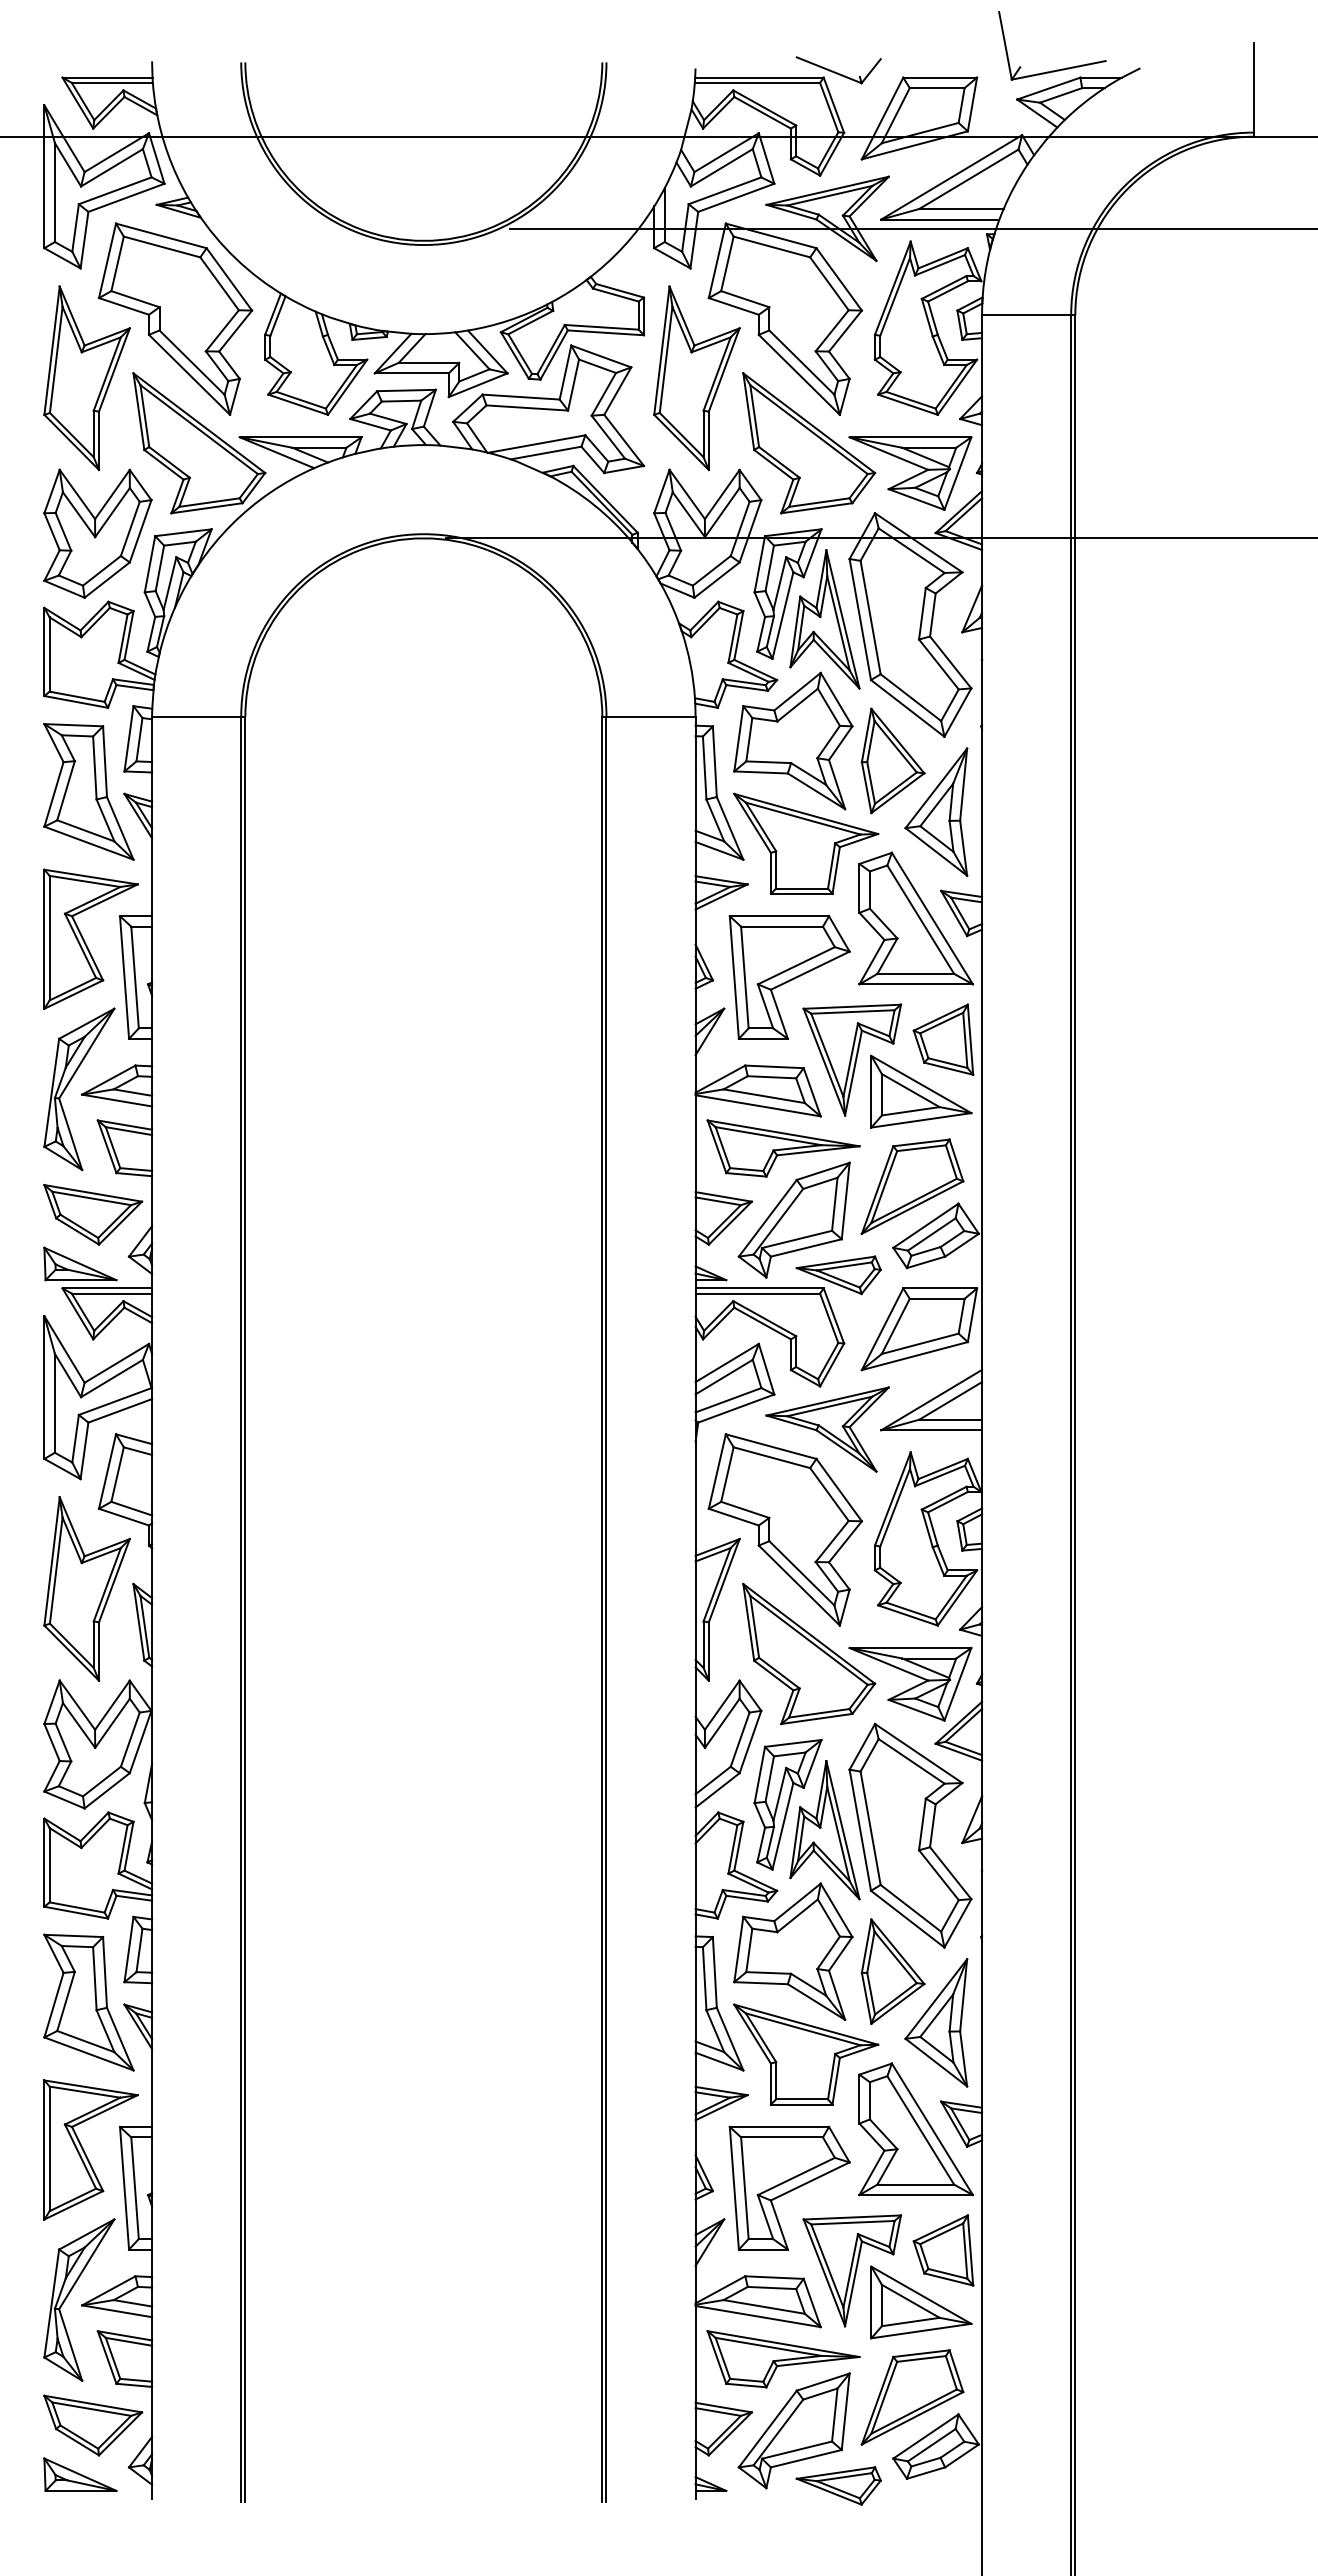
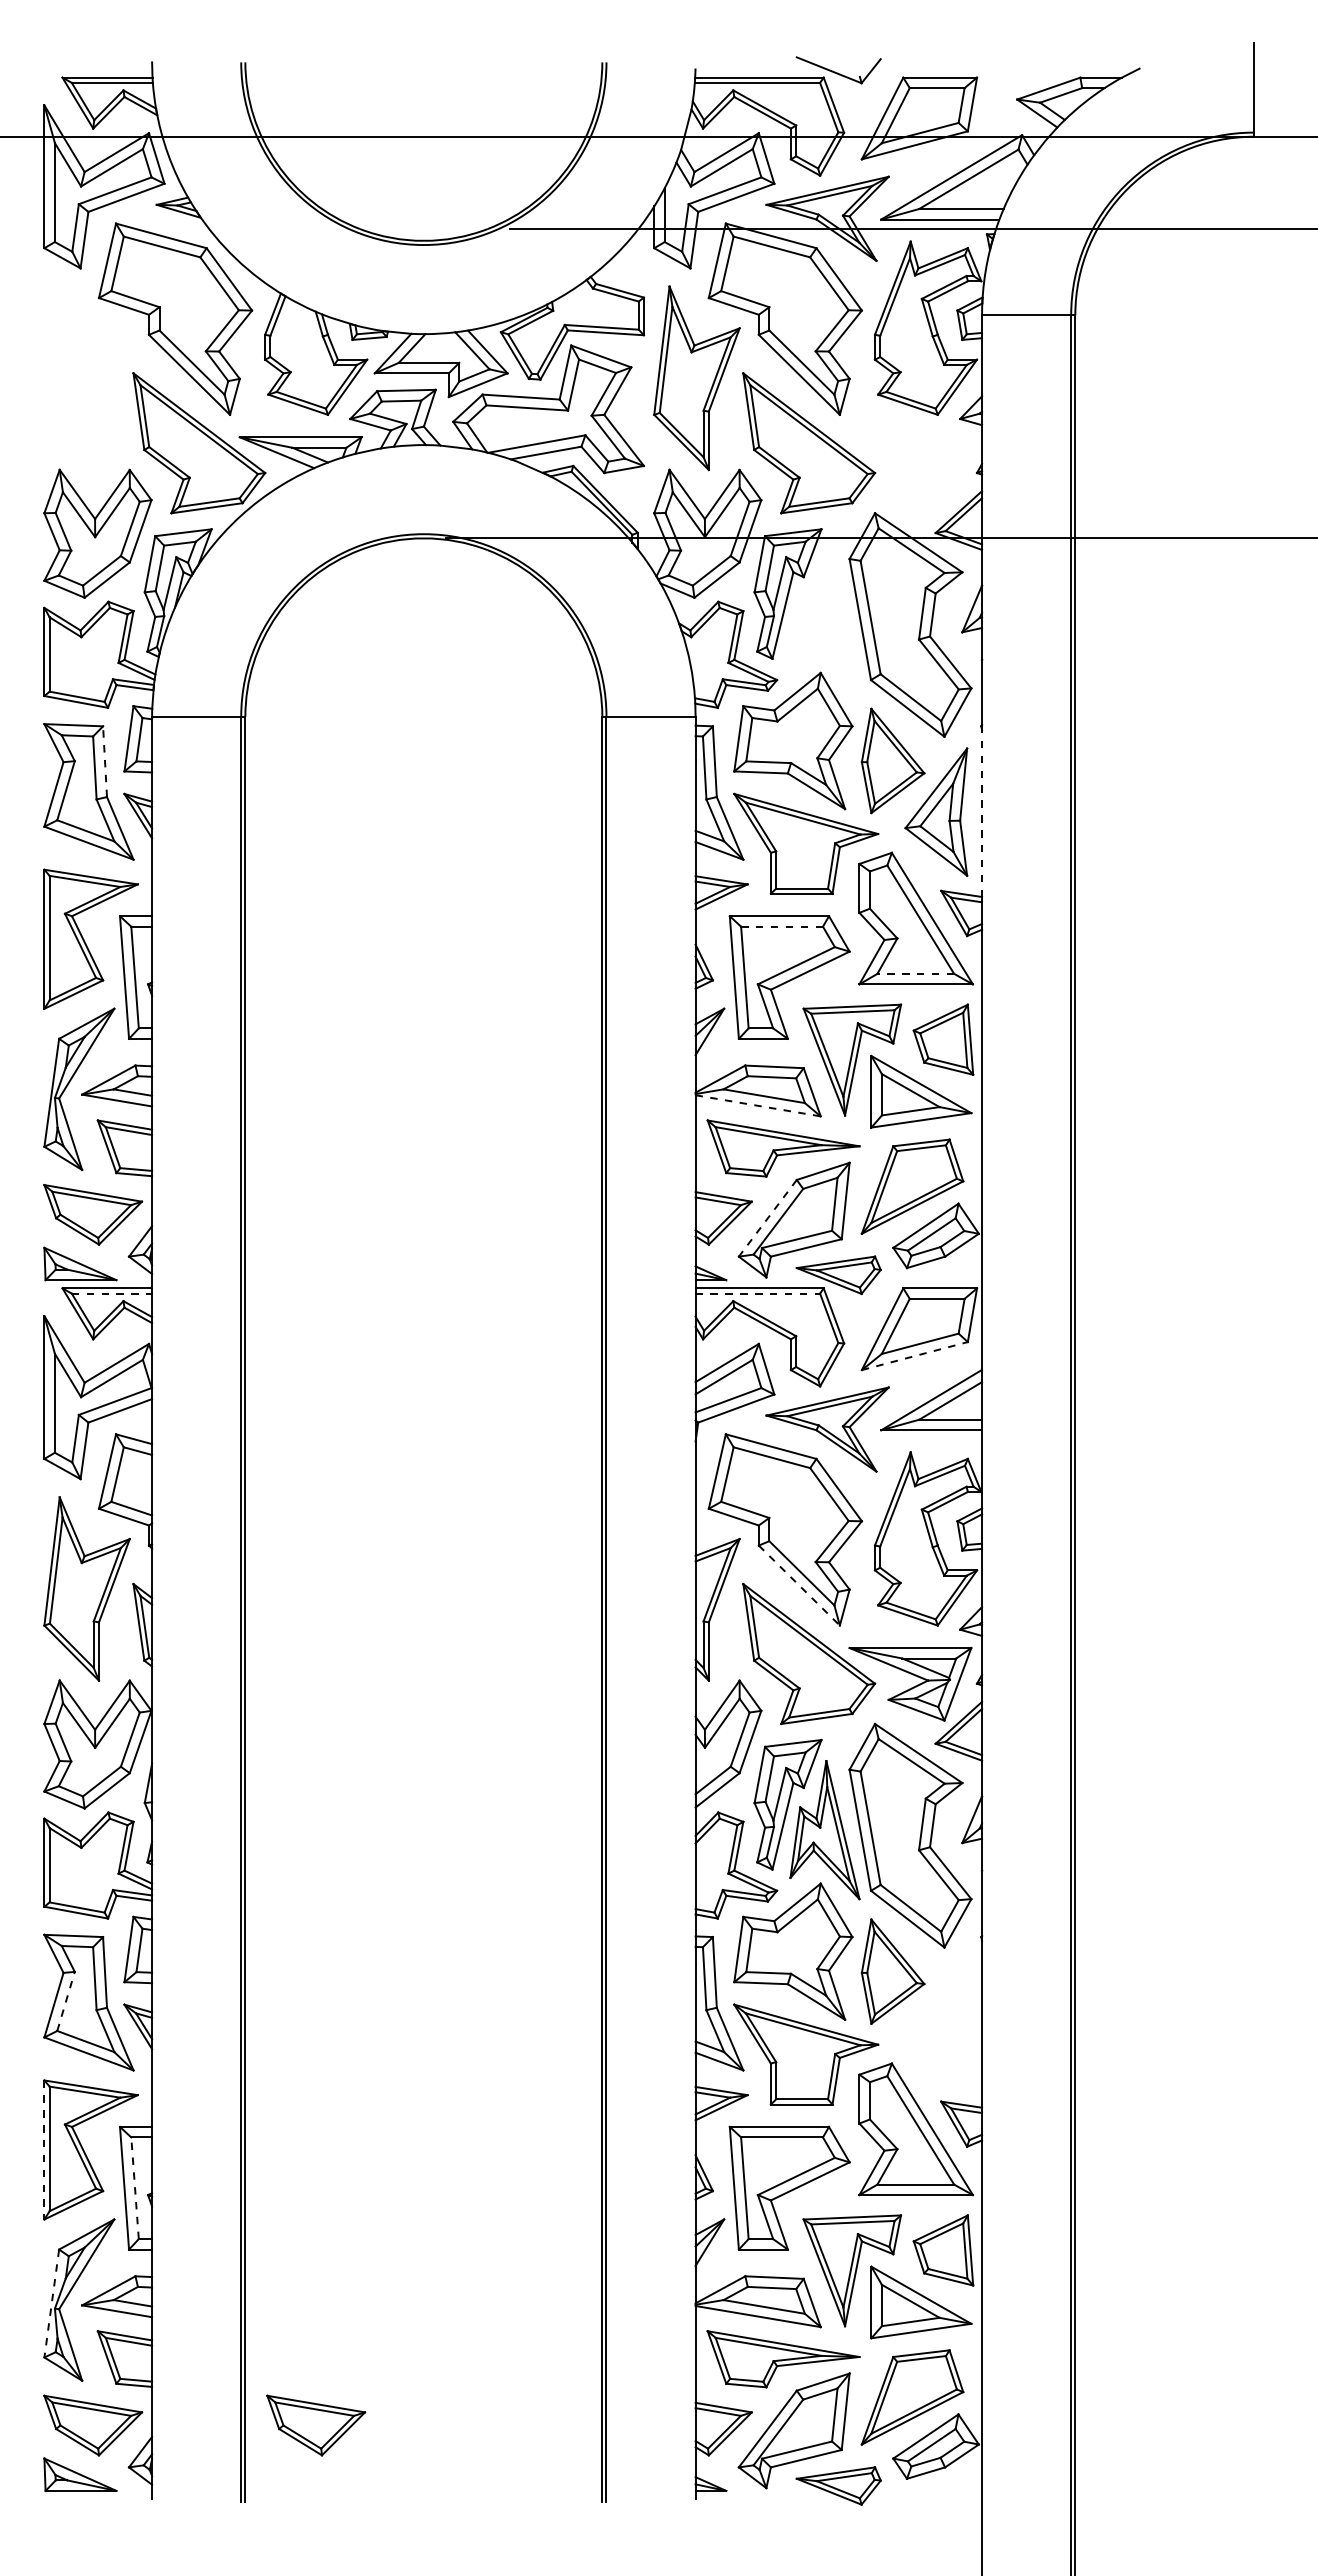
part at (1056, 69): present -> none
part at (86, 378): present -> none
part at (910, 473): present -> none
part at (824, 619): present -> none
line at (105, 761): solid -> dashed
line at (982, 813): solid -> dashed
line at (782, 926): solid -> dashed
line at (915, 973): solid -> dashed
line at (758, 1105): solid -> dashed
line at (767, 1218): solid -> dashed
line at (112, 1293): solid -> dashed
line at (758, 1293): solid -> dashed
line at (914, 1356): solid -> dashed
line at (799, 1585): solid -> dashed
line at (66, 2001): solid -> dashed
part at (936, 2022): present -> none
line at (44, 2150): solid -> dashed
line at (135, 2188): solid -> dashed
line at (51, 2304): solid -> dashed
part at (316, 2425): none -> present
